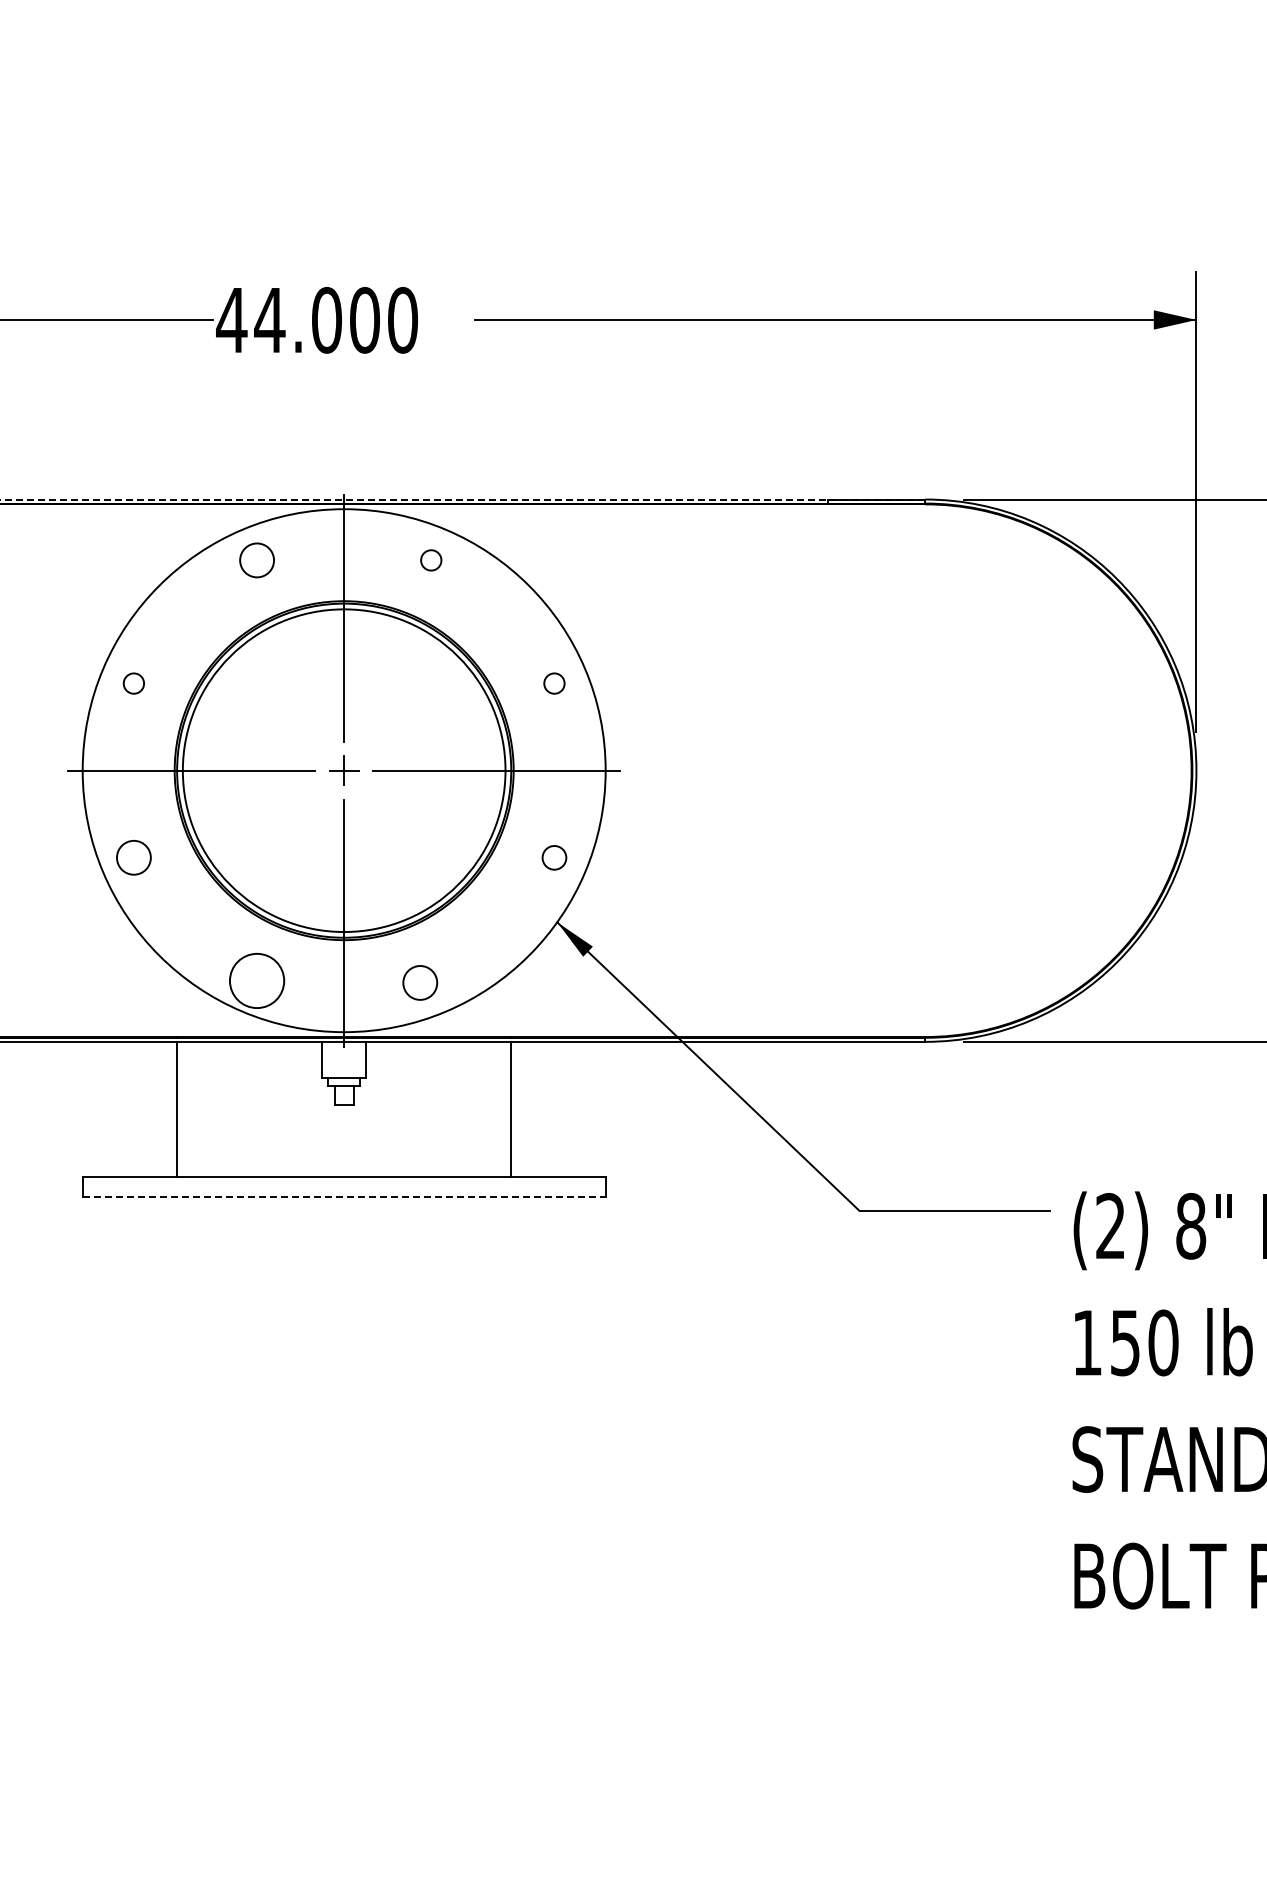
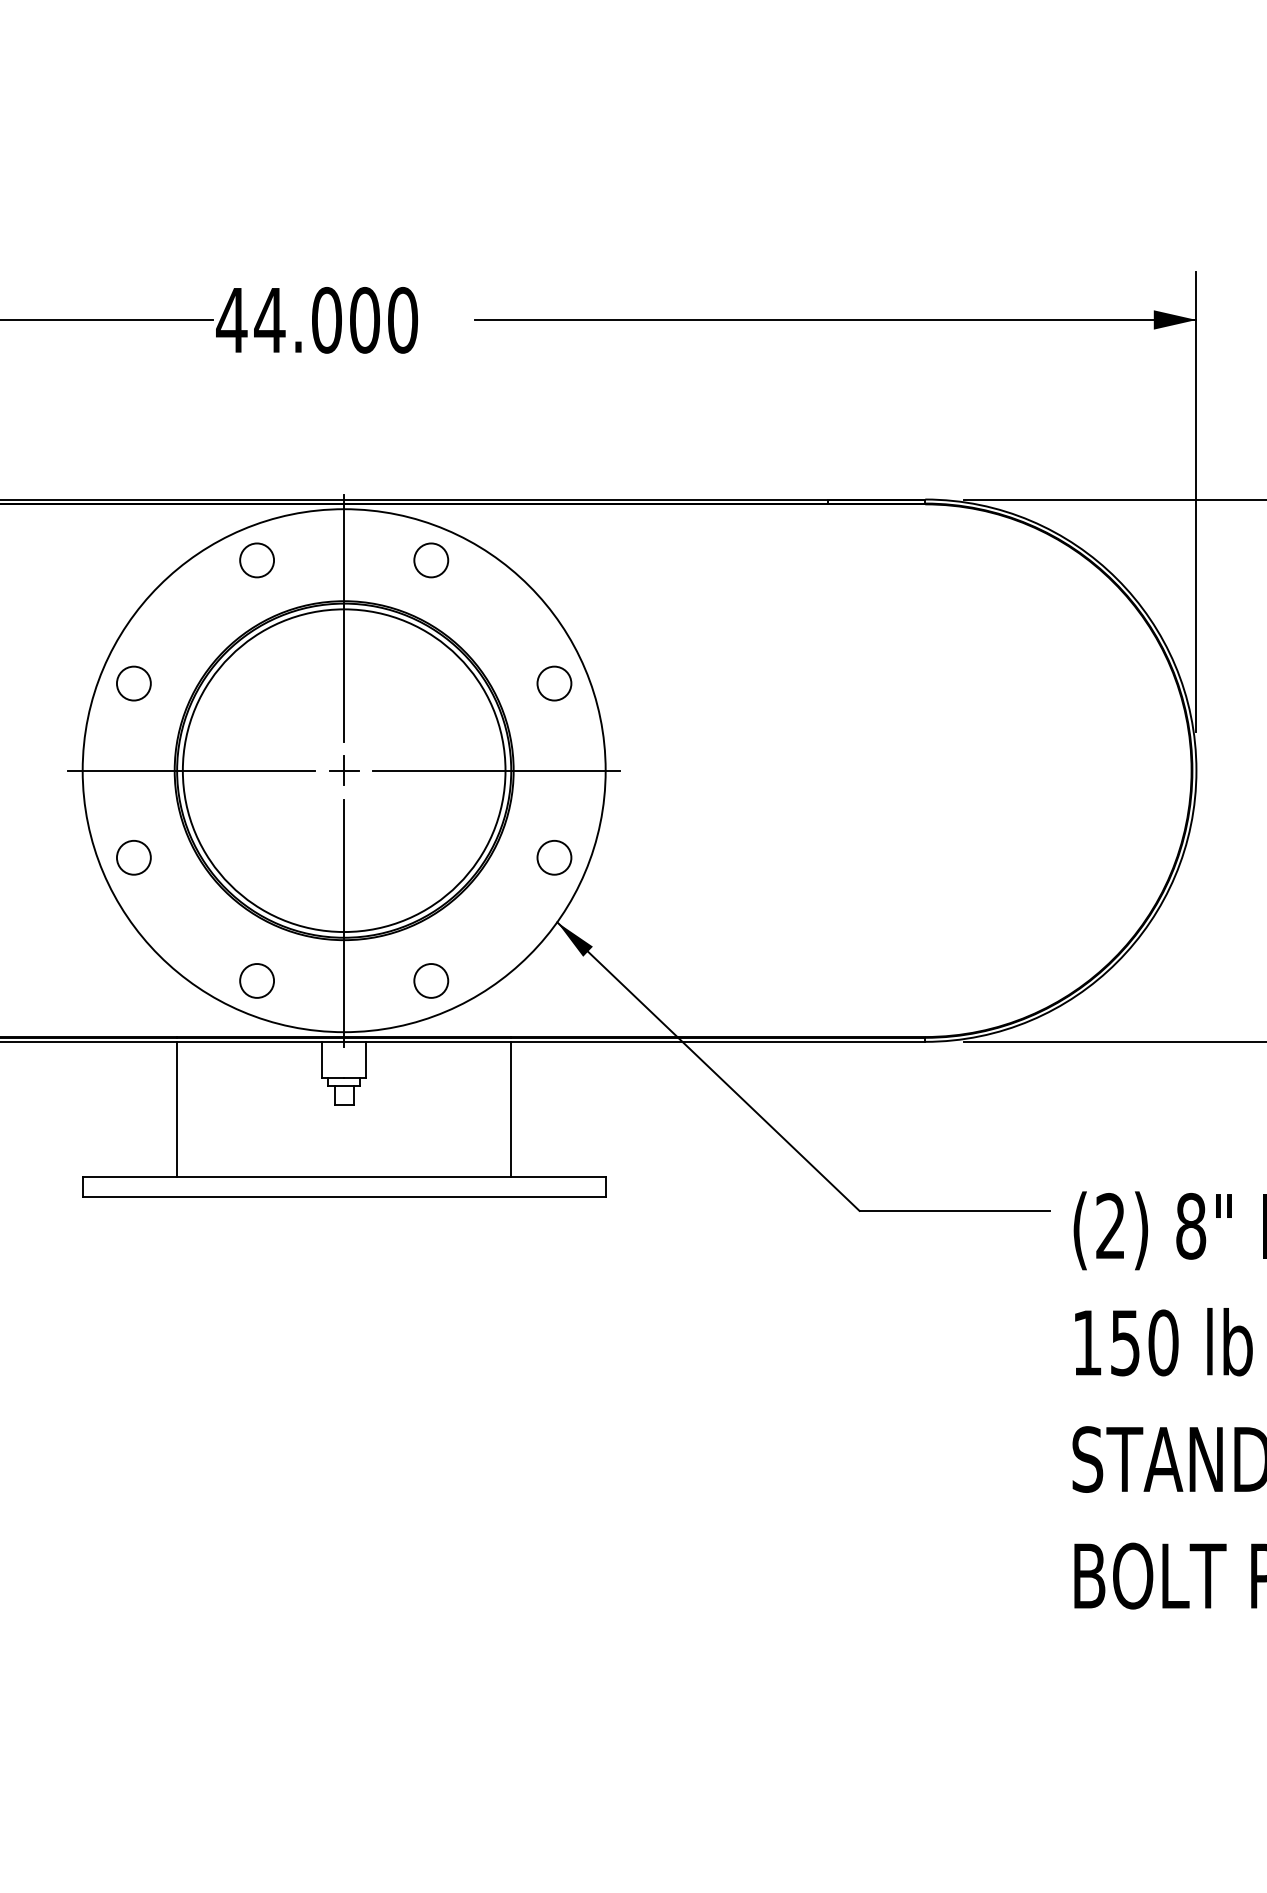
line at (463, 499): dashed -> solid
circle at (431, 560) diameter: 20 px -> 34 px
circle at (133, 683) diameter: 20 px -> 34 px
circle at (554, 683) diameter: 20 px -> 34 px
circle at (554, 857) size: 27x26 px -> 37x36 px
circle at (256, 980) diameter: 54 px -> 34 px
circle at (420, 982) position: (420, 982) -> (431, 980)
line at (344, 1196): dashed -> solid
